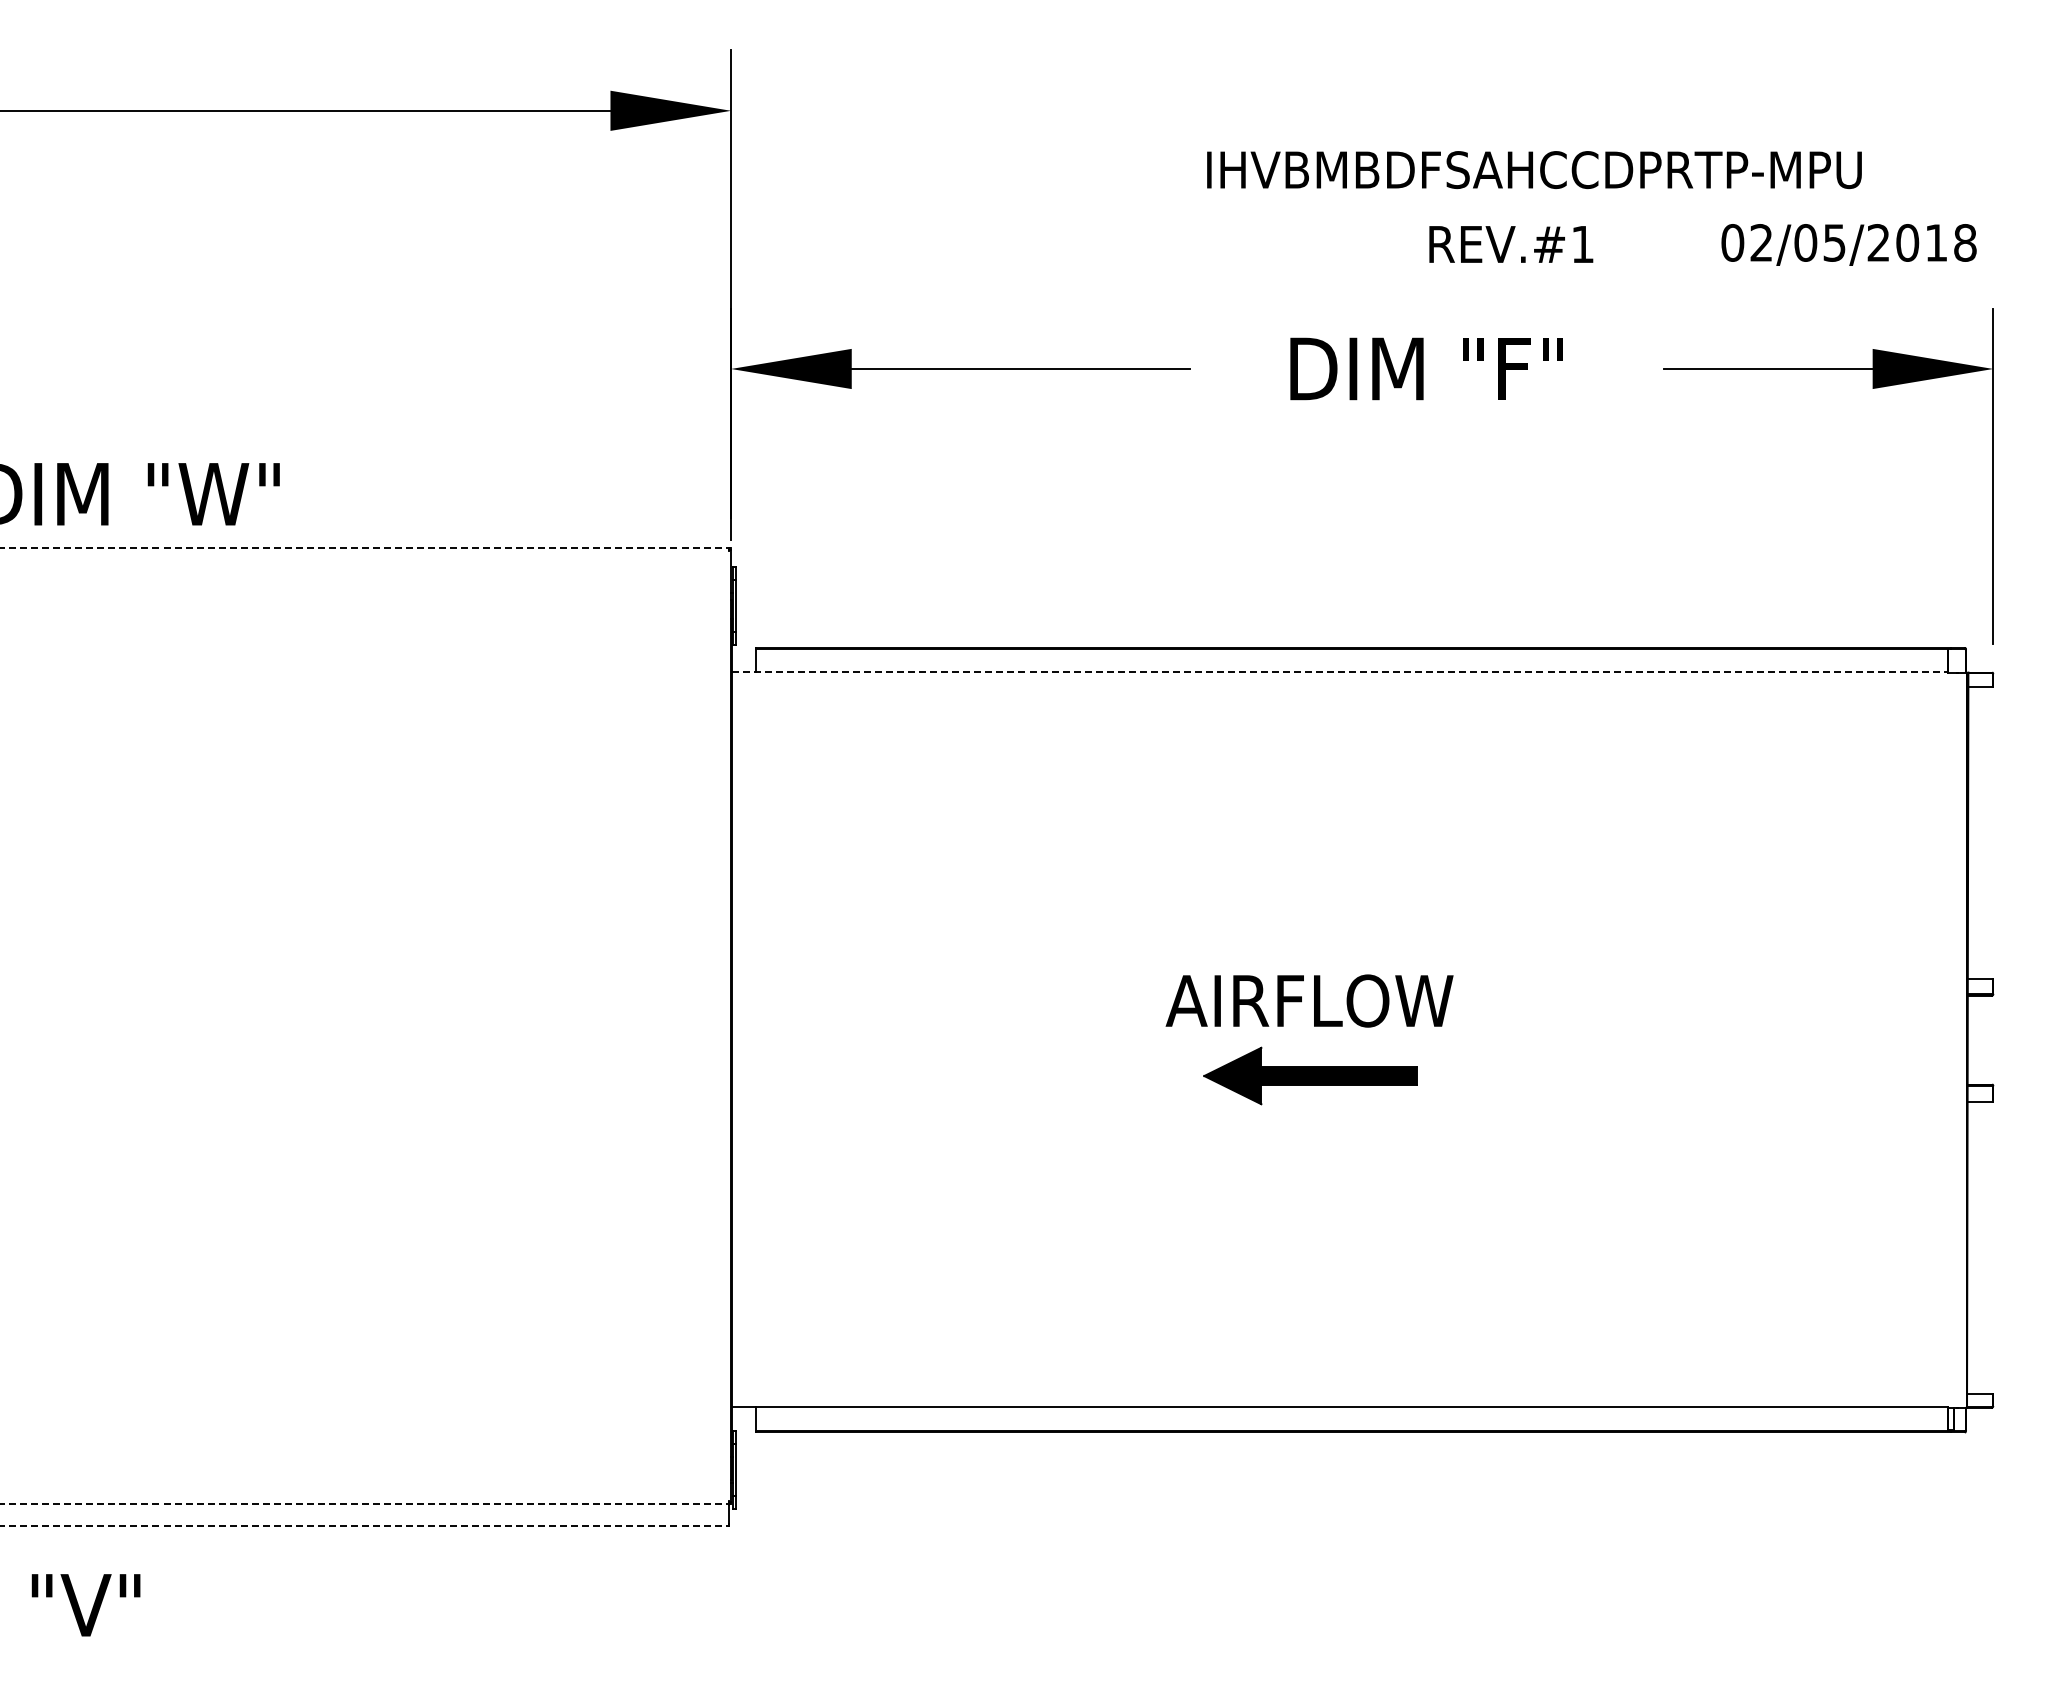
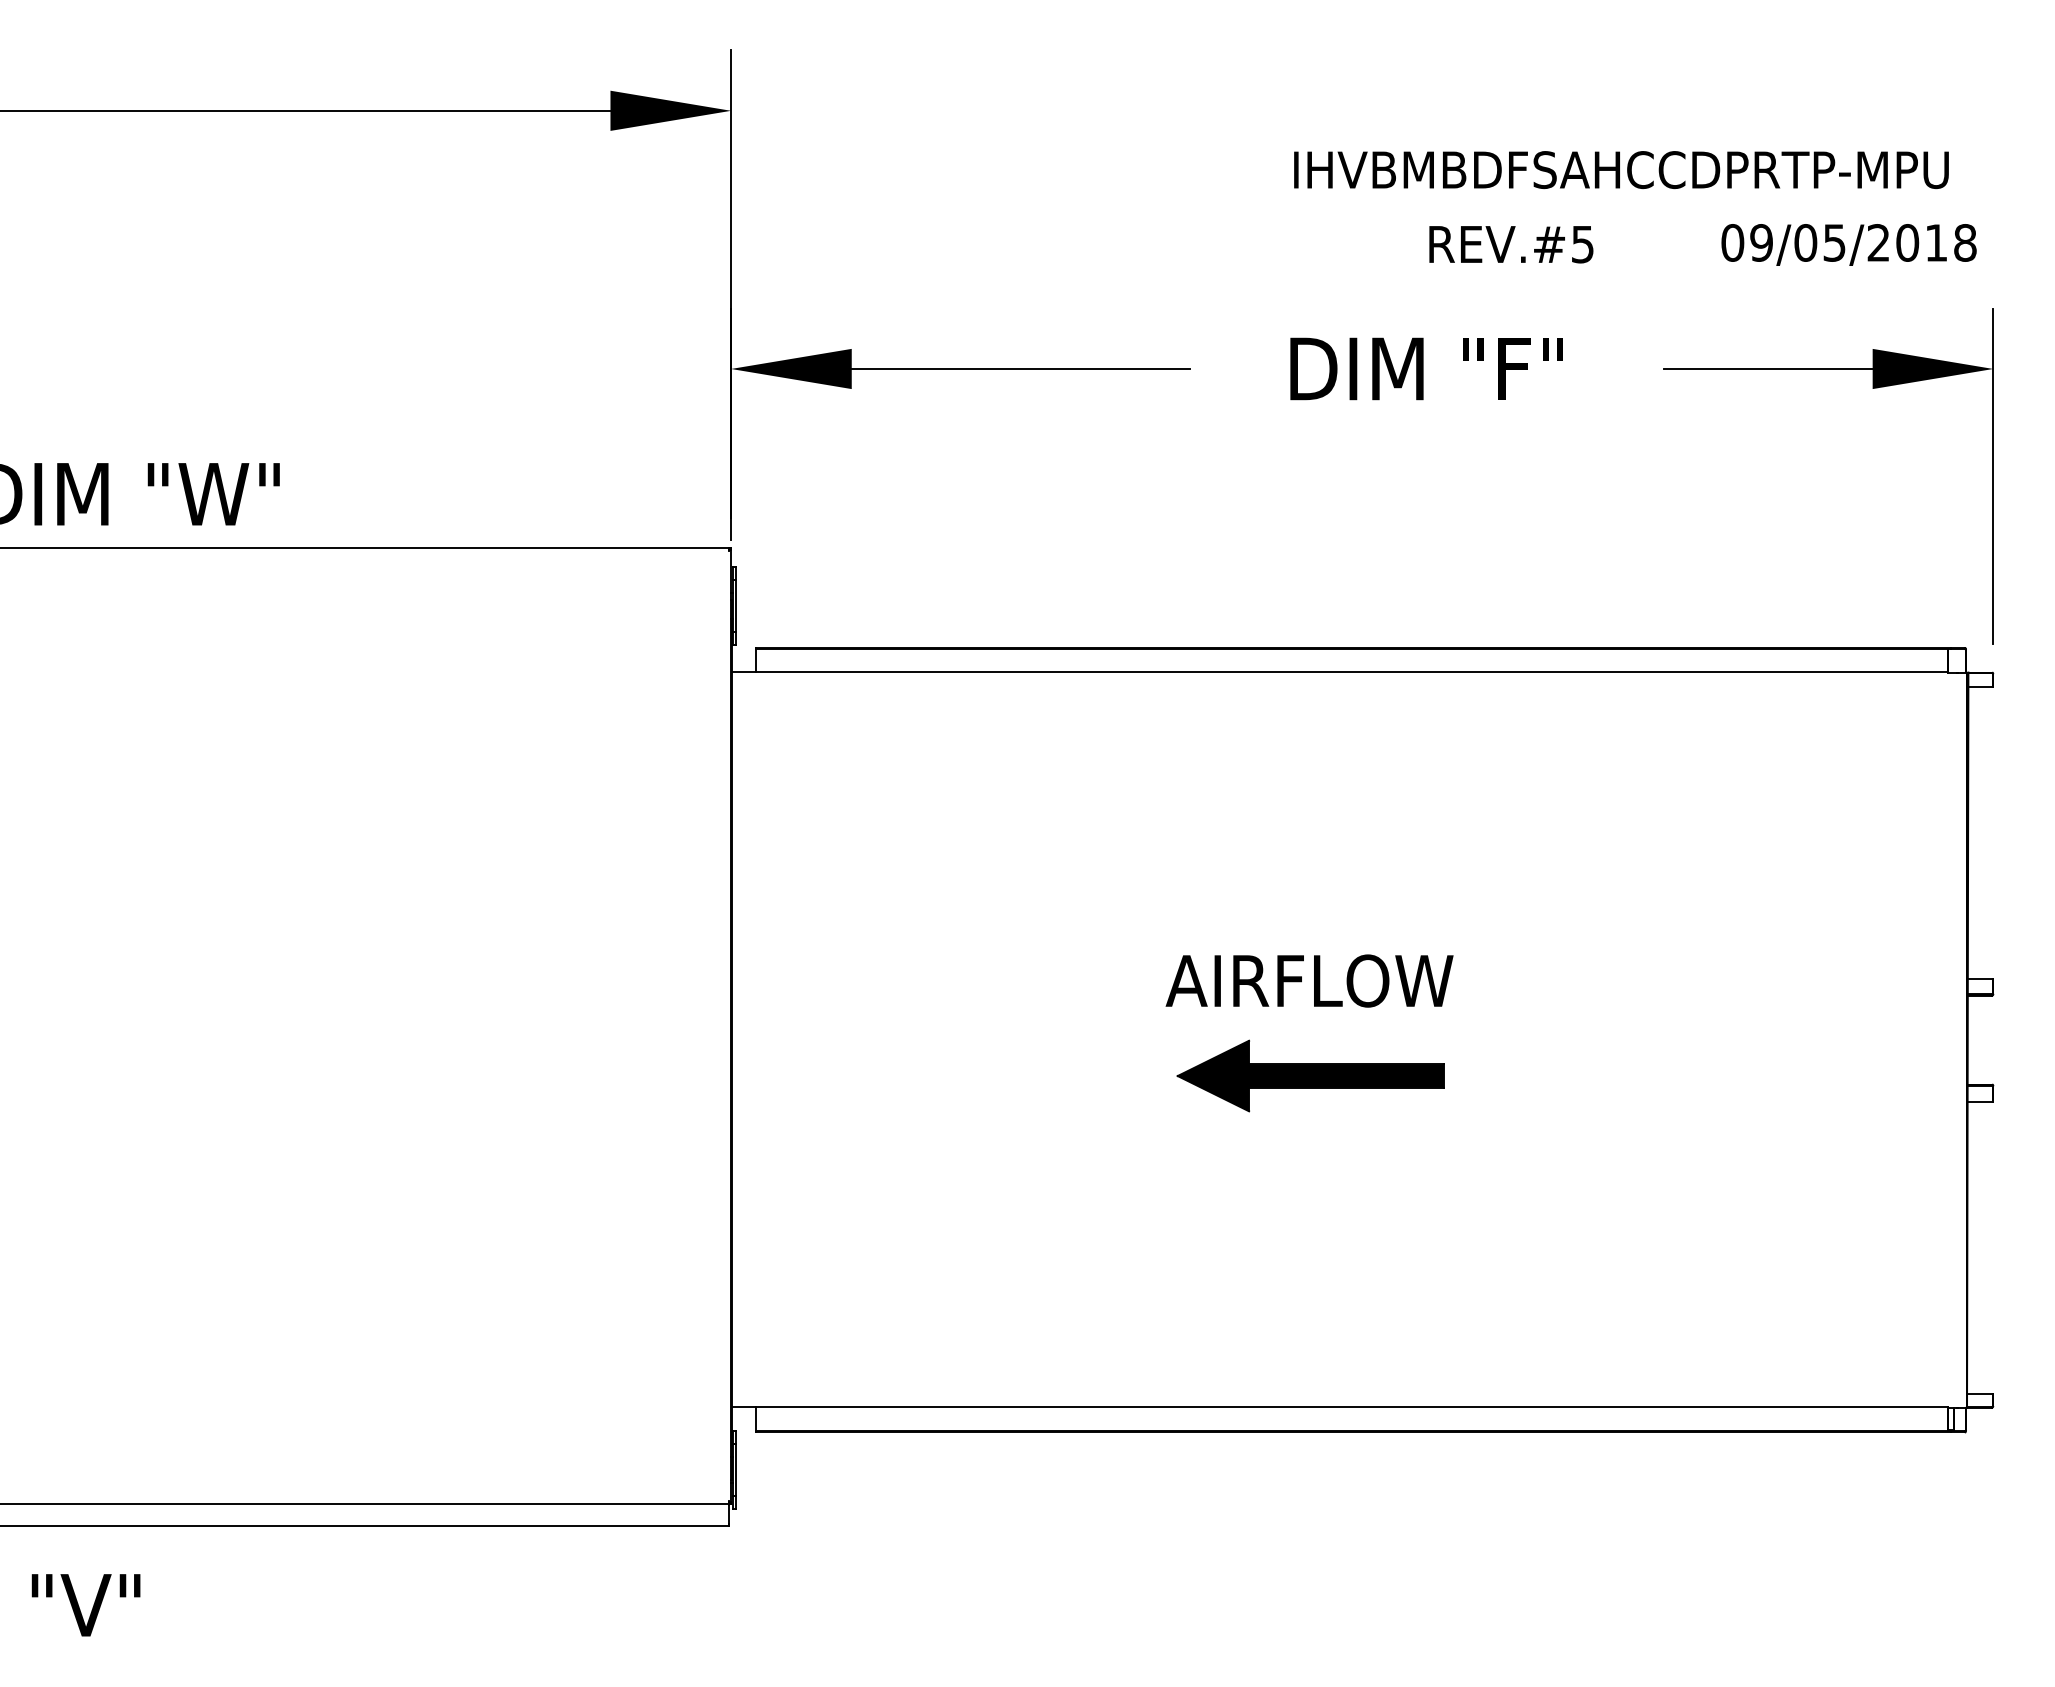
text at (1534, 170) position: (1534, 170) -> (1621, 170)
text at (1761, 242): 02/05/2018 -> 09/05/2018
text at (1582, 244): REV.#1 -> REV.#5
line at (366, 548): dashed -> solid
line at (1339, 671): dashed -> solid
text at (1309, 1000) position: (1309, 1000) -> (1309, 980)
part at (1310, 1075) size: 215x60 px -> 269x74 px
line at (366, 1503): dashed -> solid
line at (364, 1526): dashed -> solid
